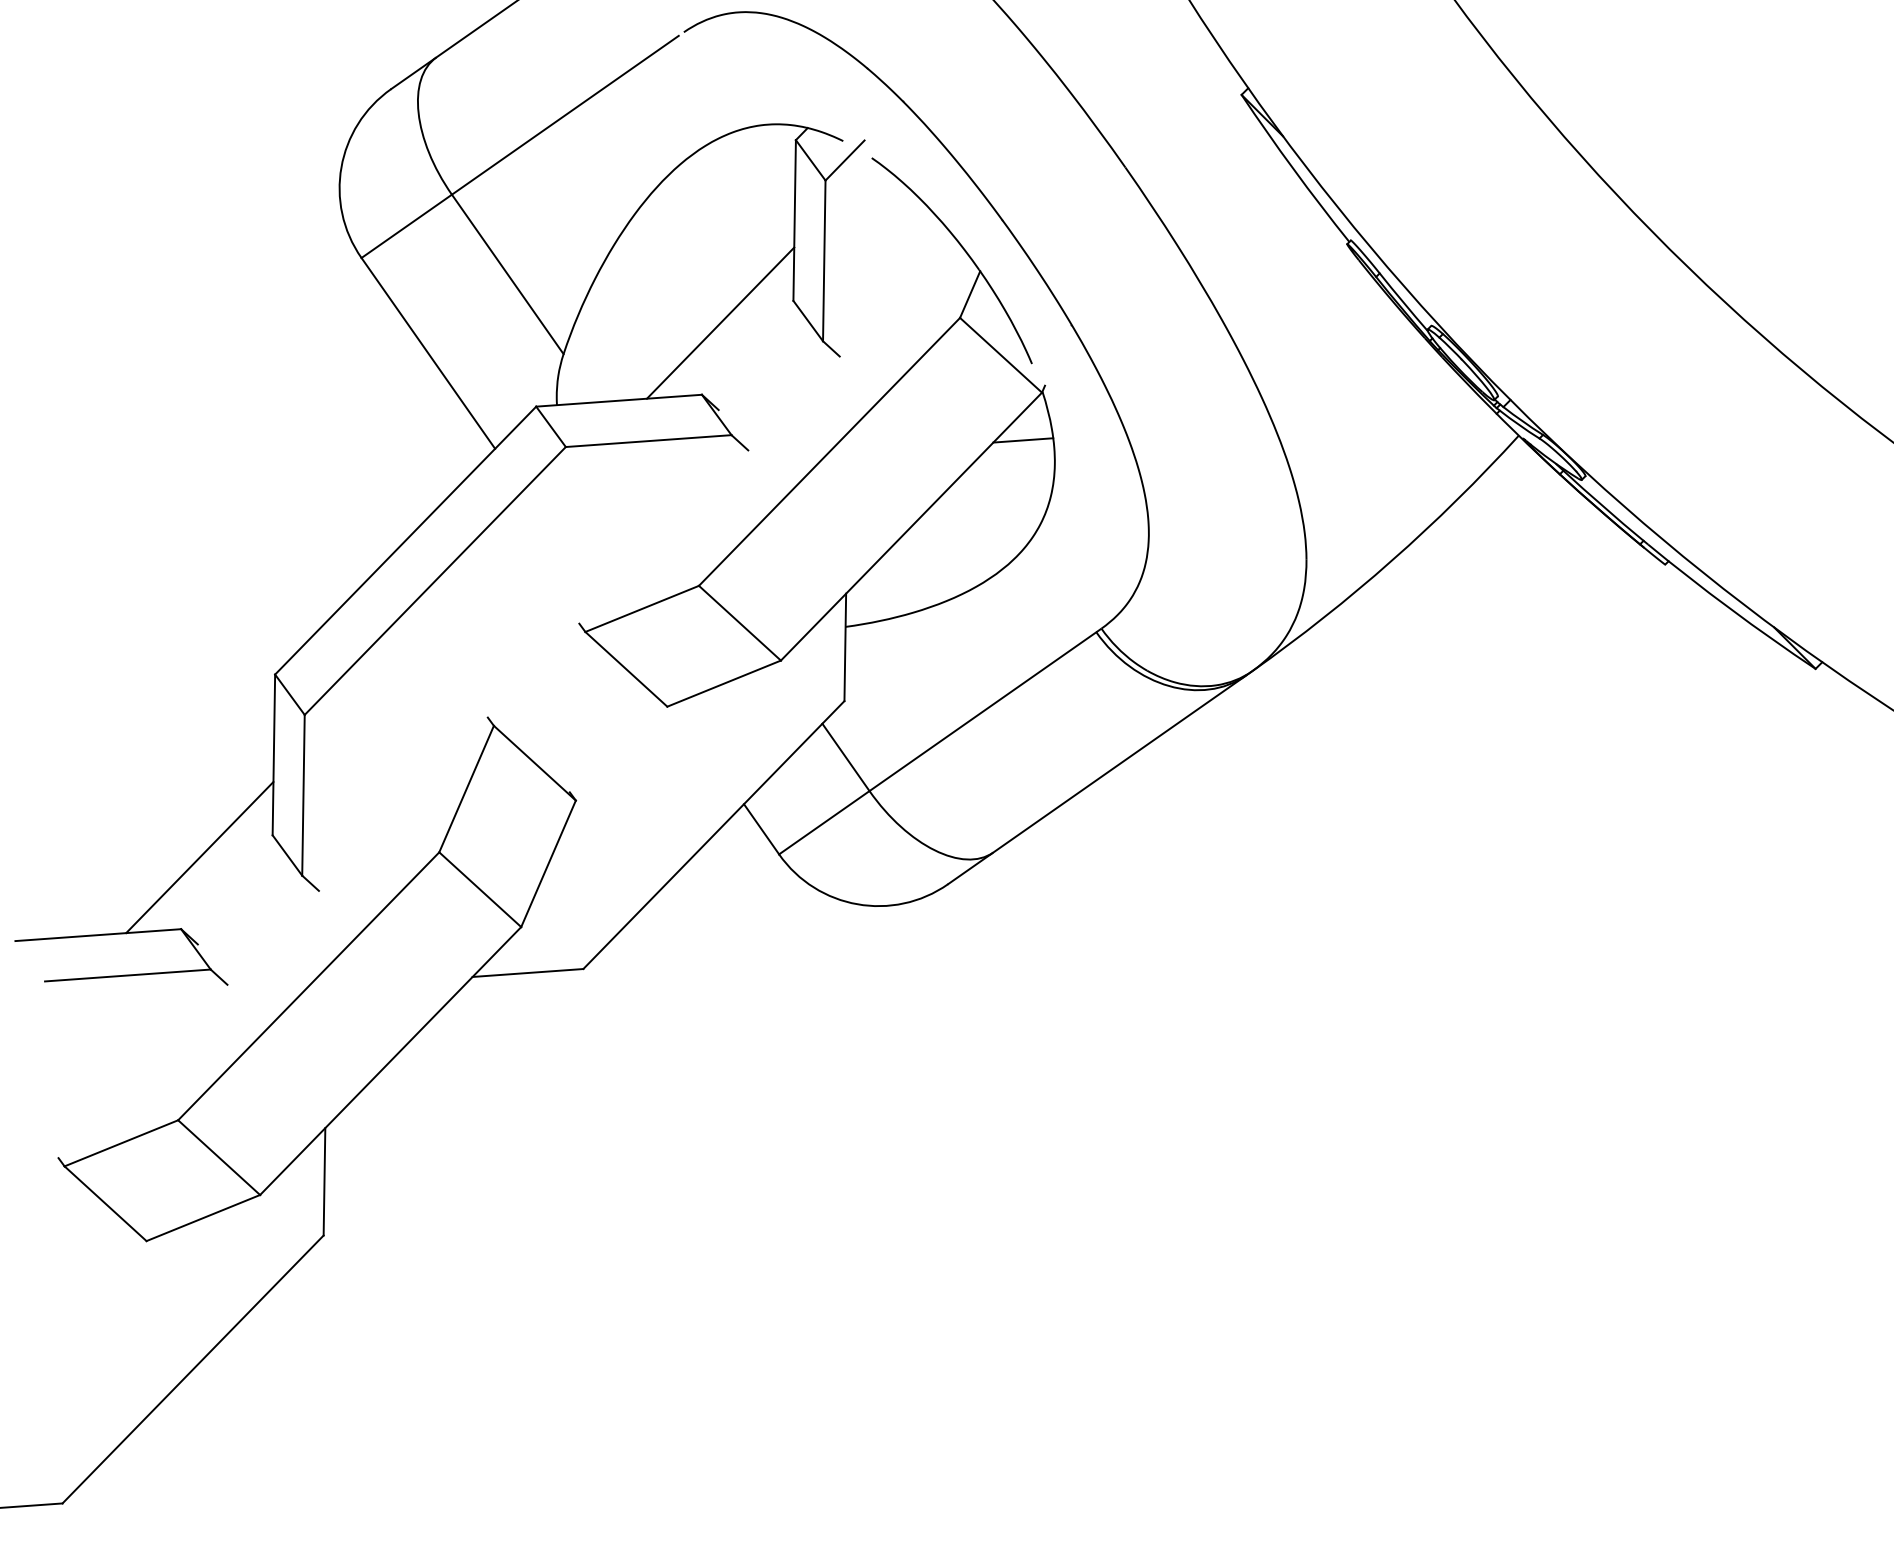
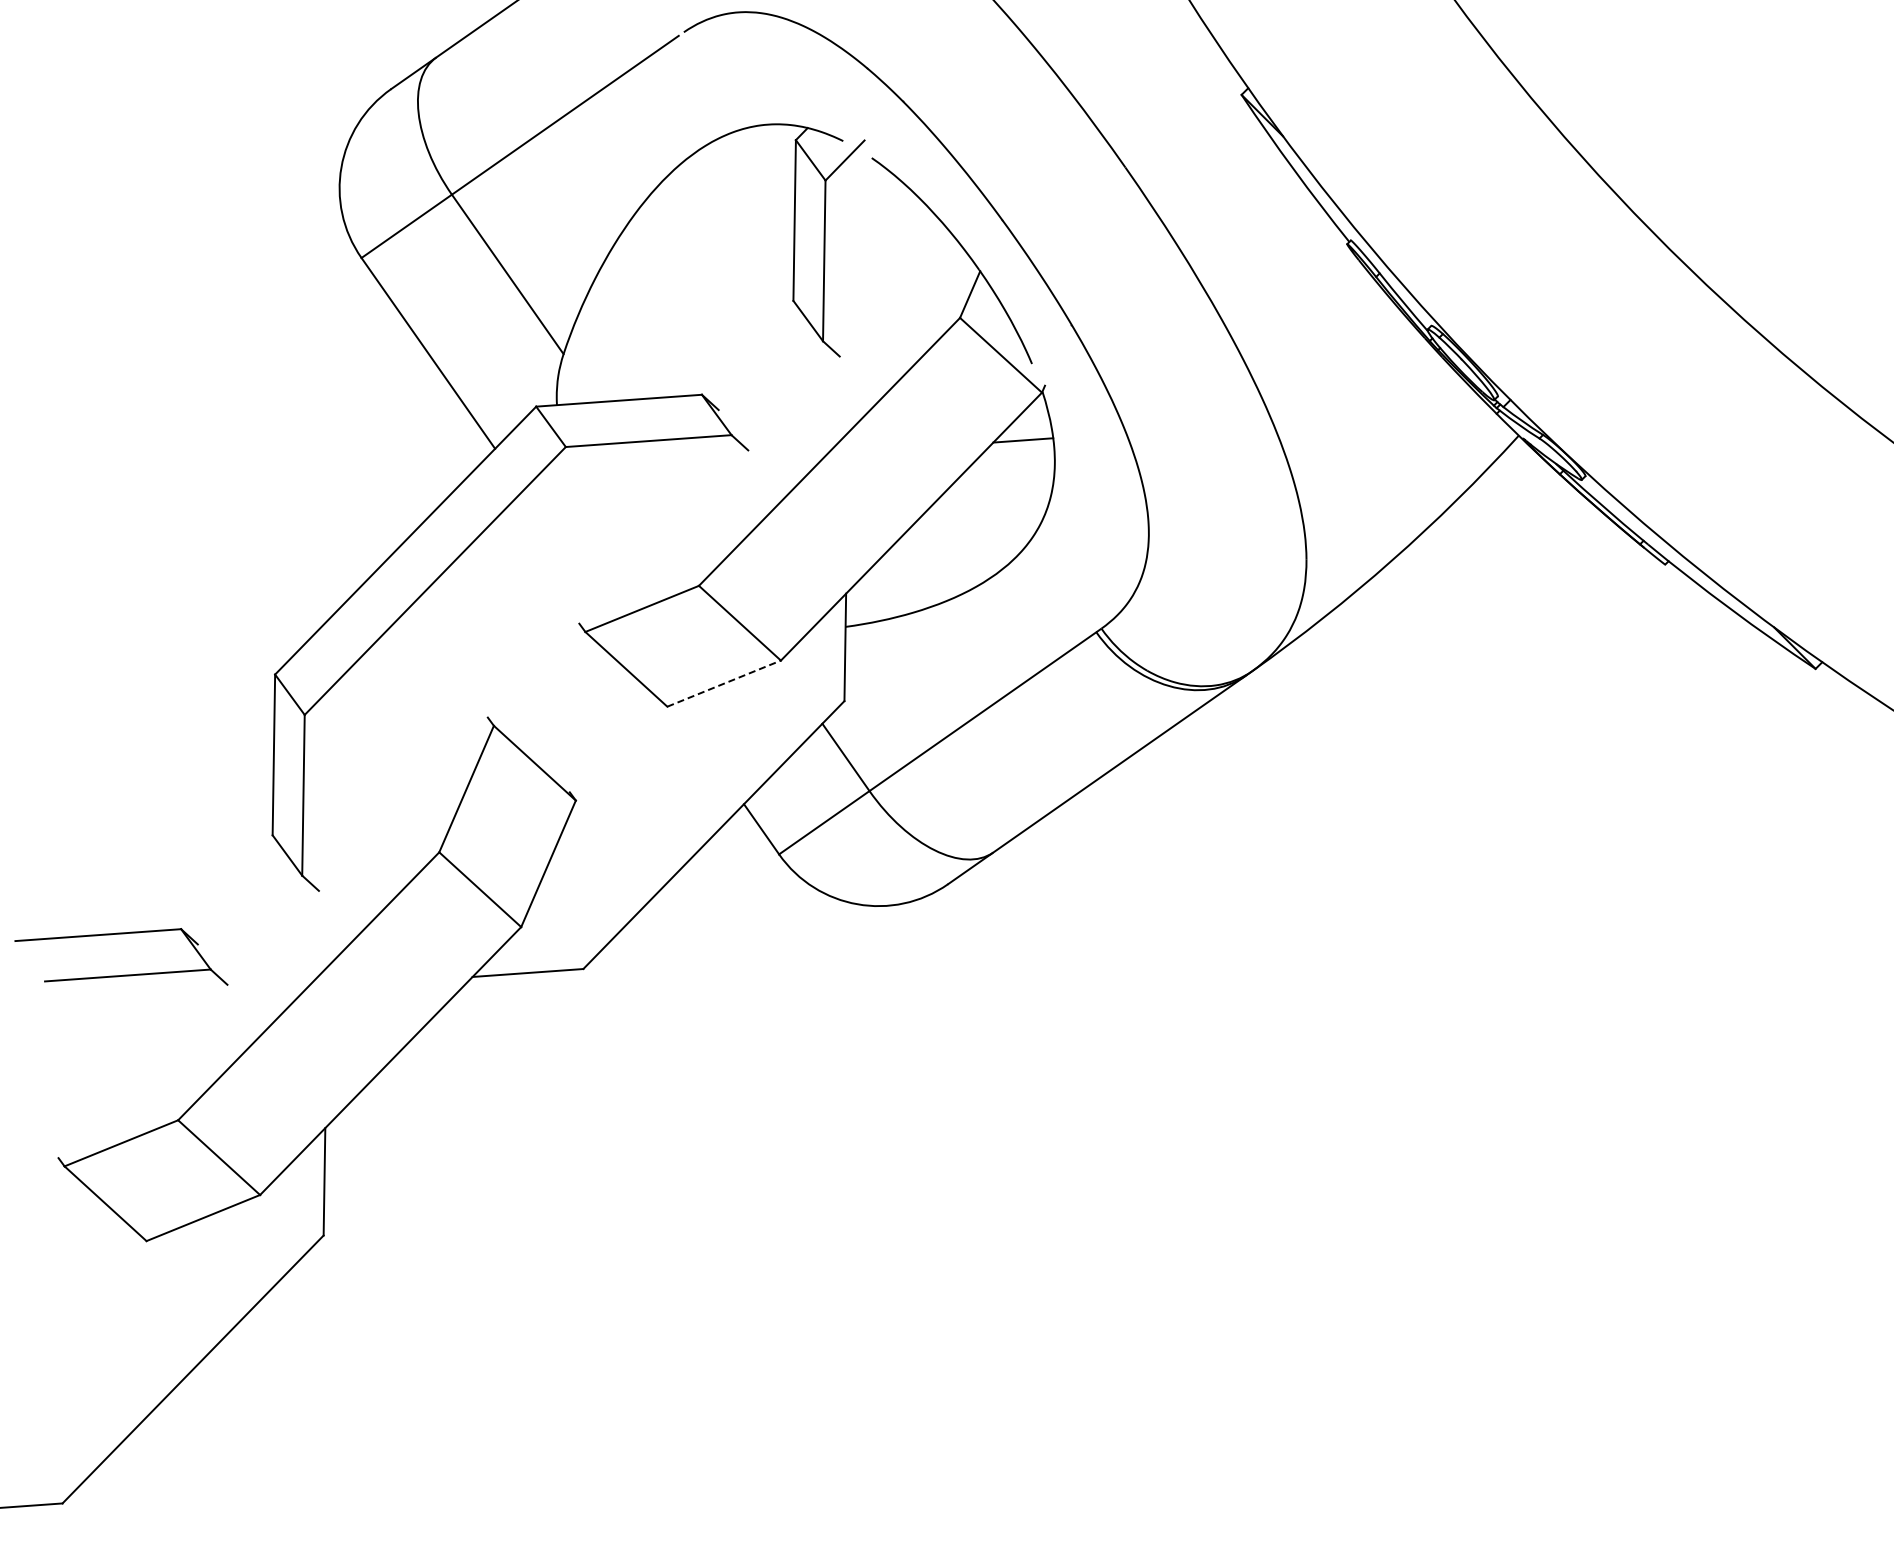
line at (720, 322): present -> none
line at (724, 683): solid -> dashed
line at (199, 857): present -> none
